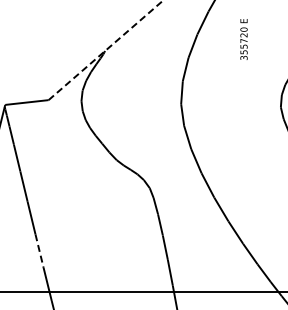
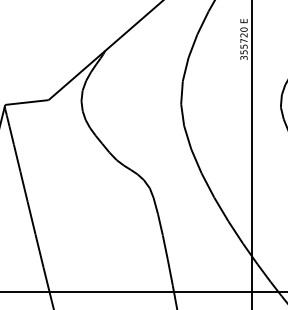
line at (105, 50): dashed -> solid
line at (252, 154): none -> present
line at (39, 251): dashed -> solid
